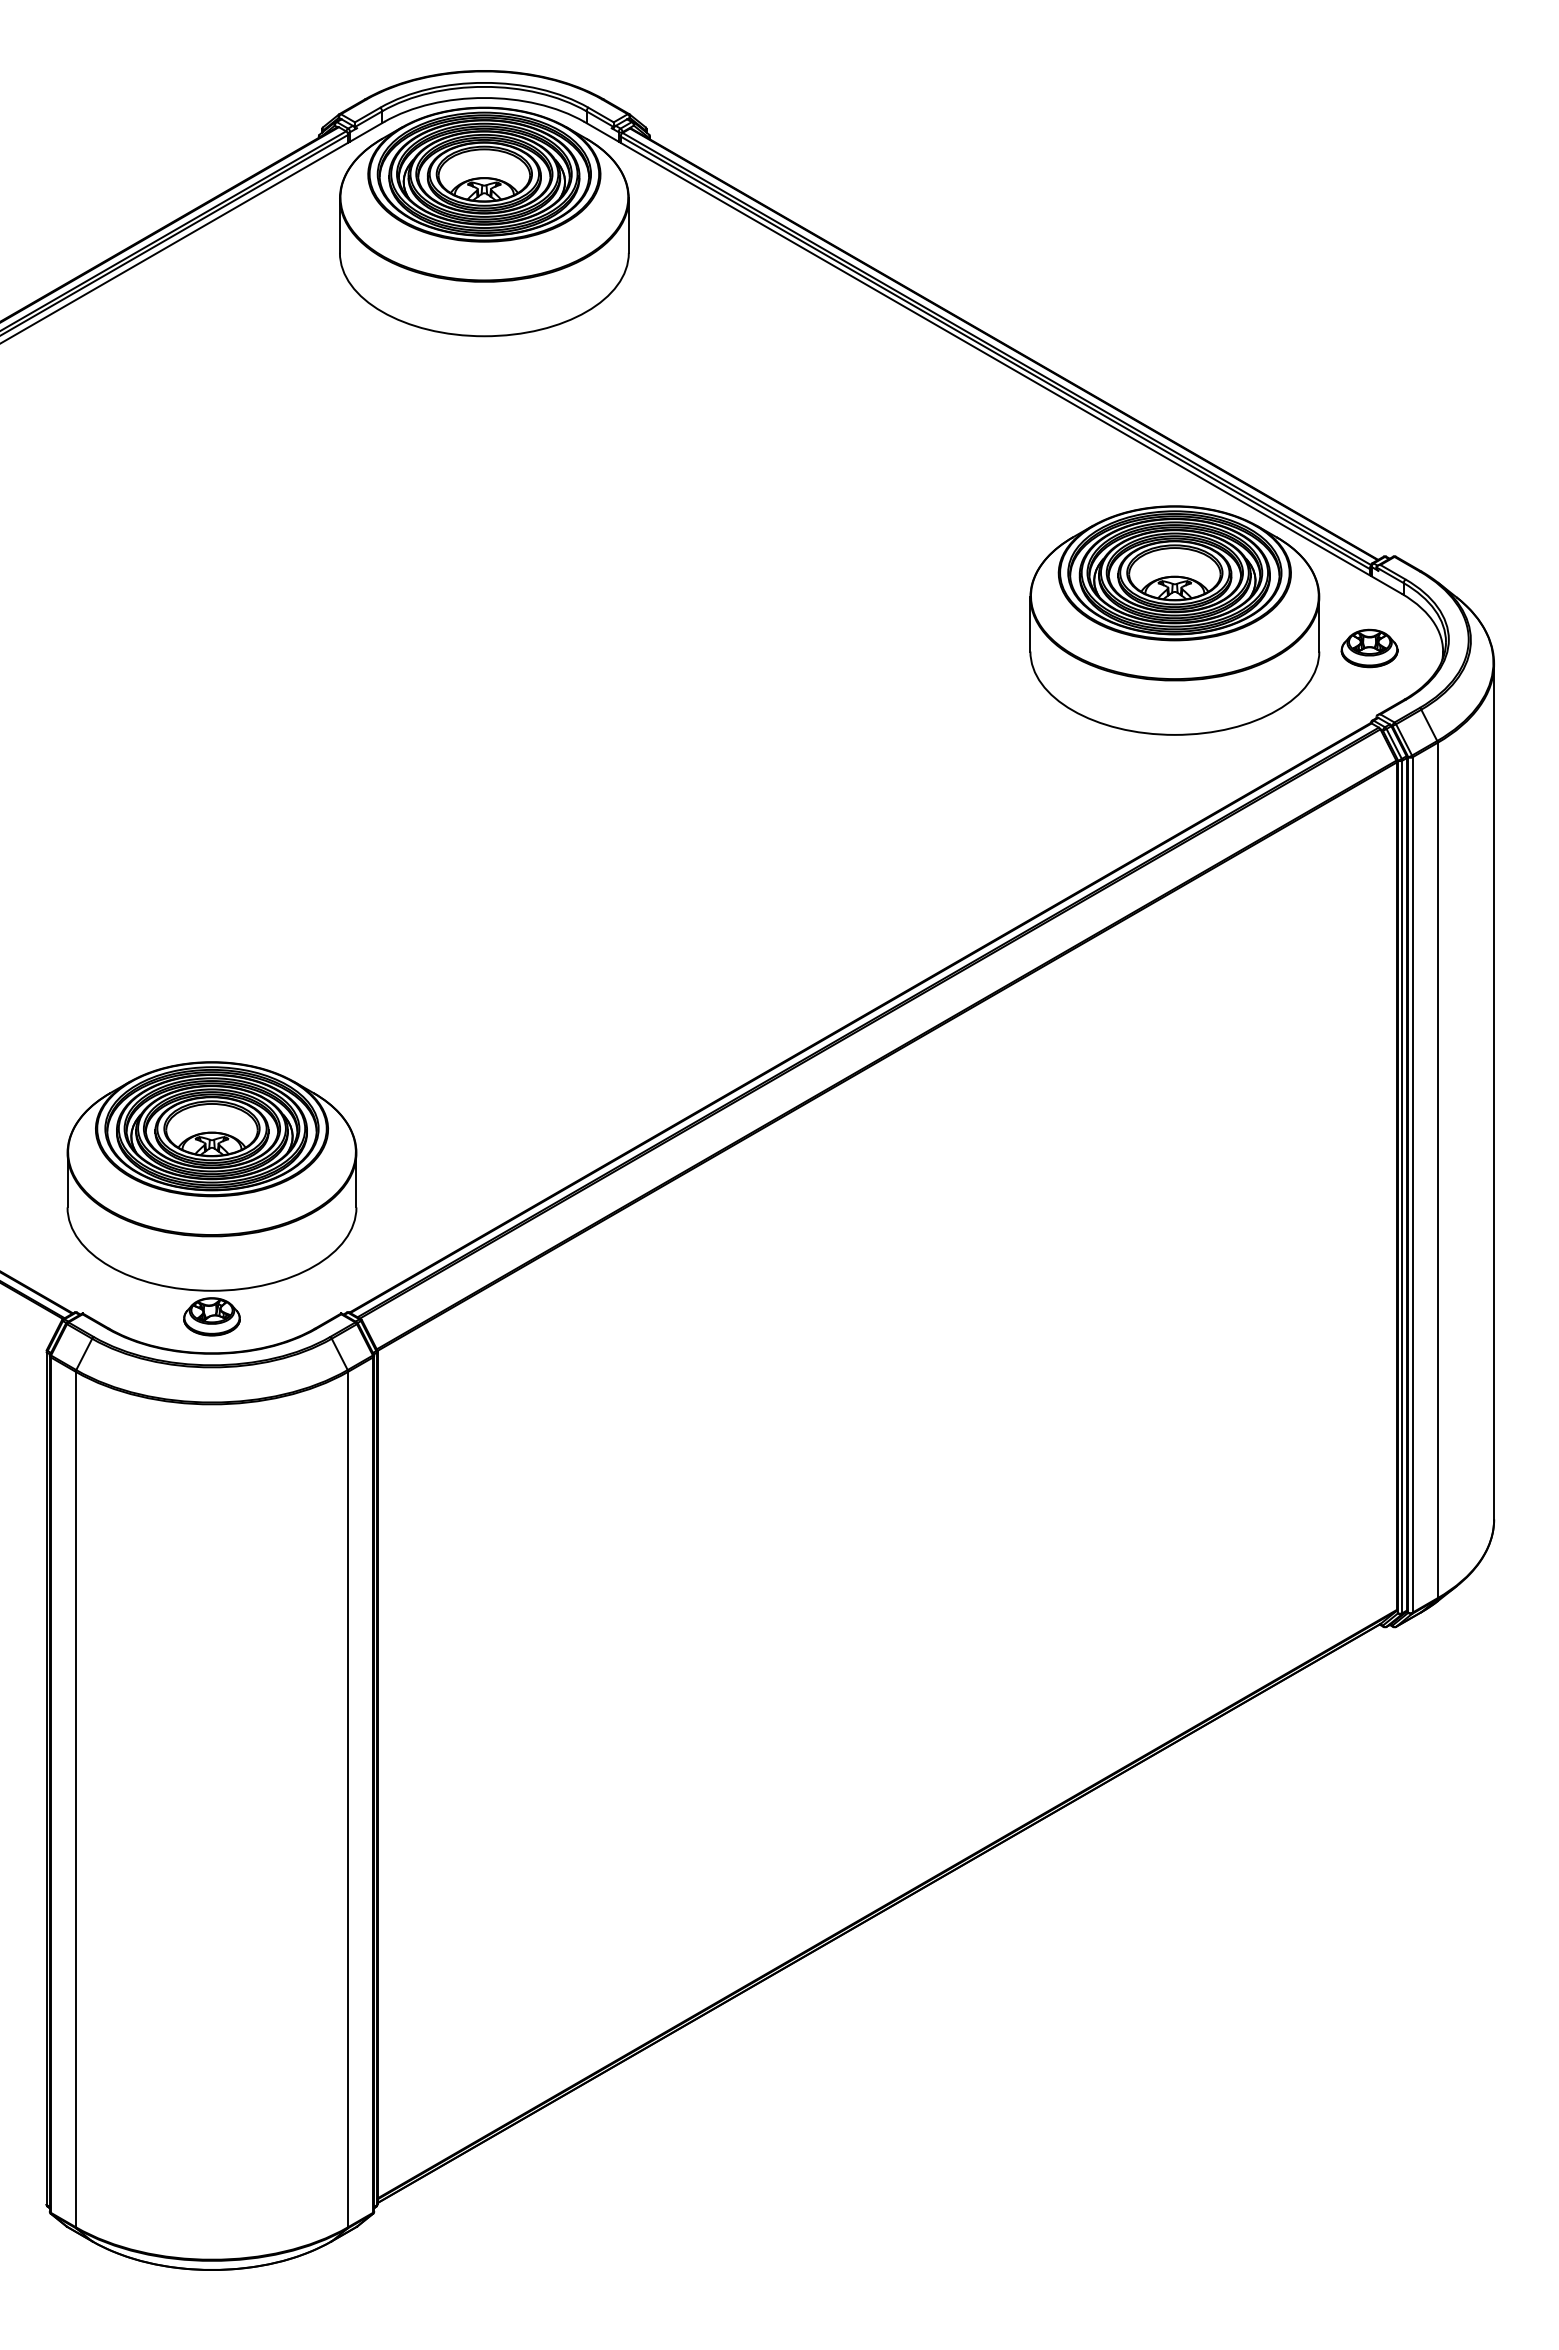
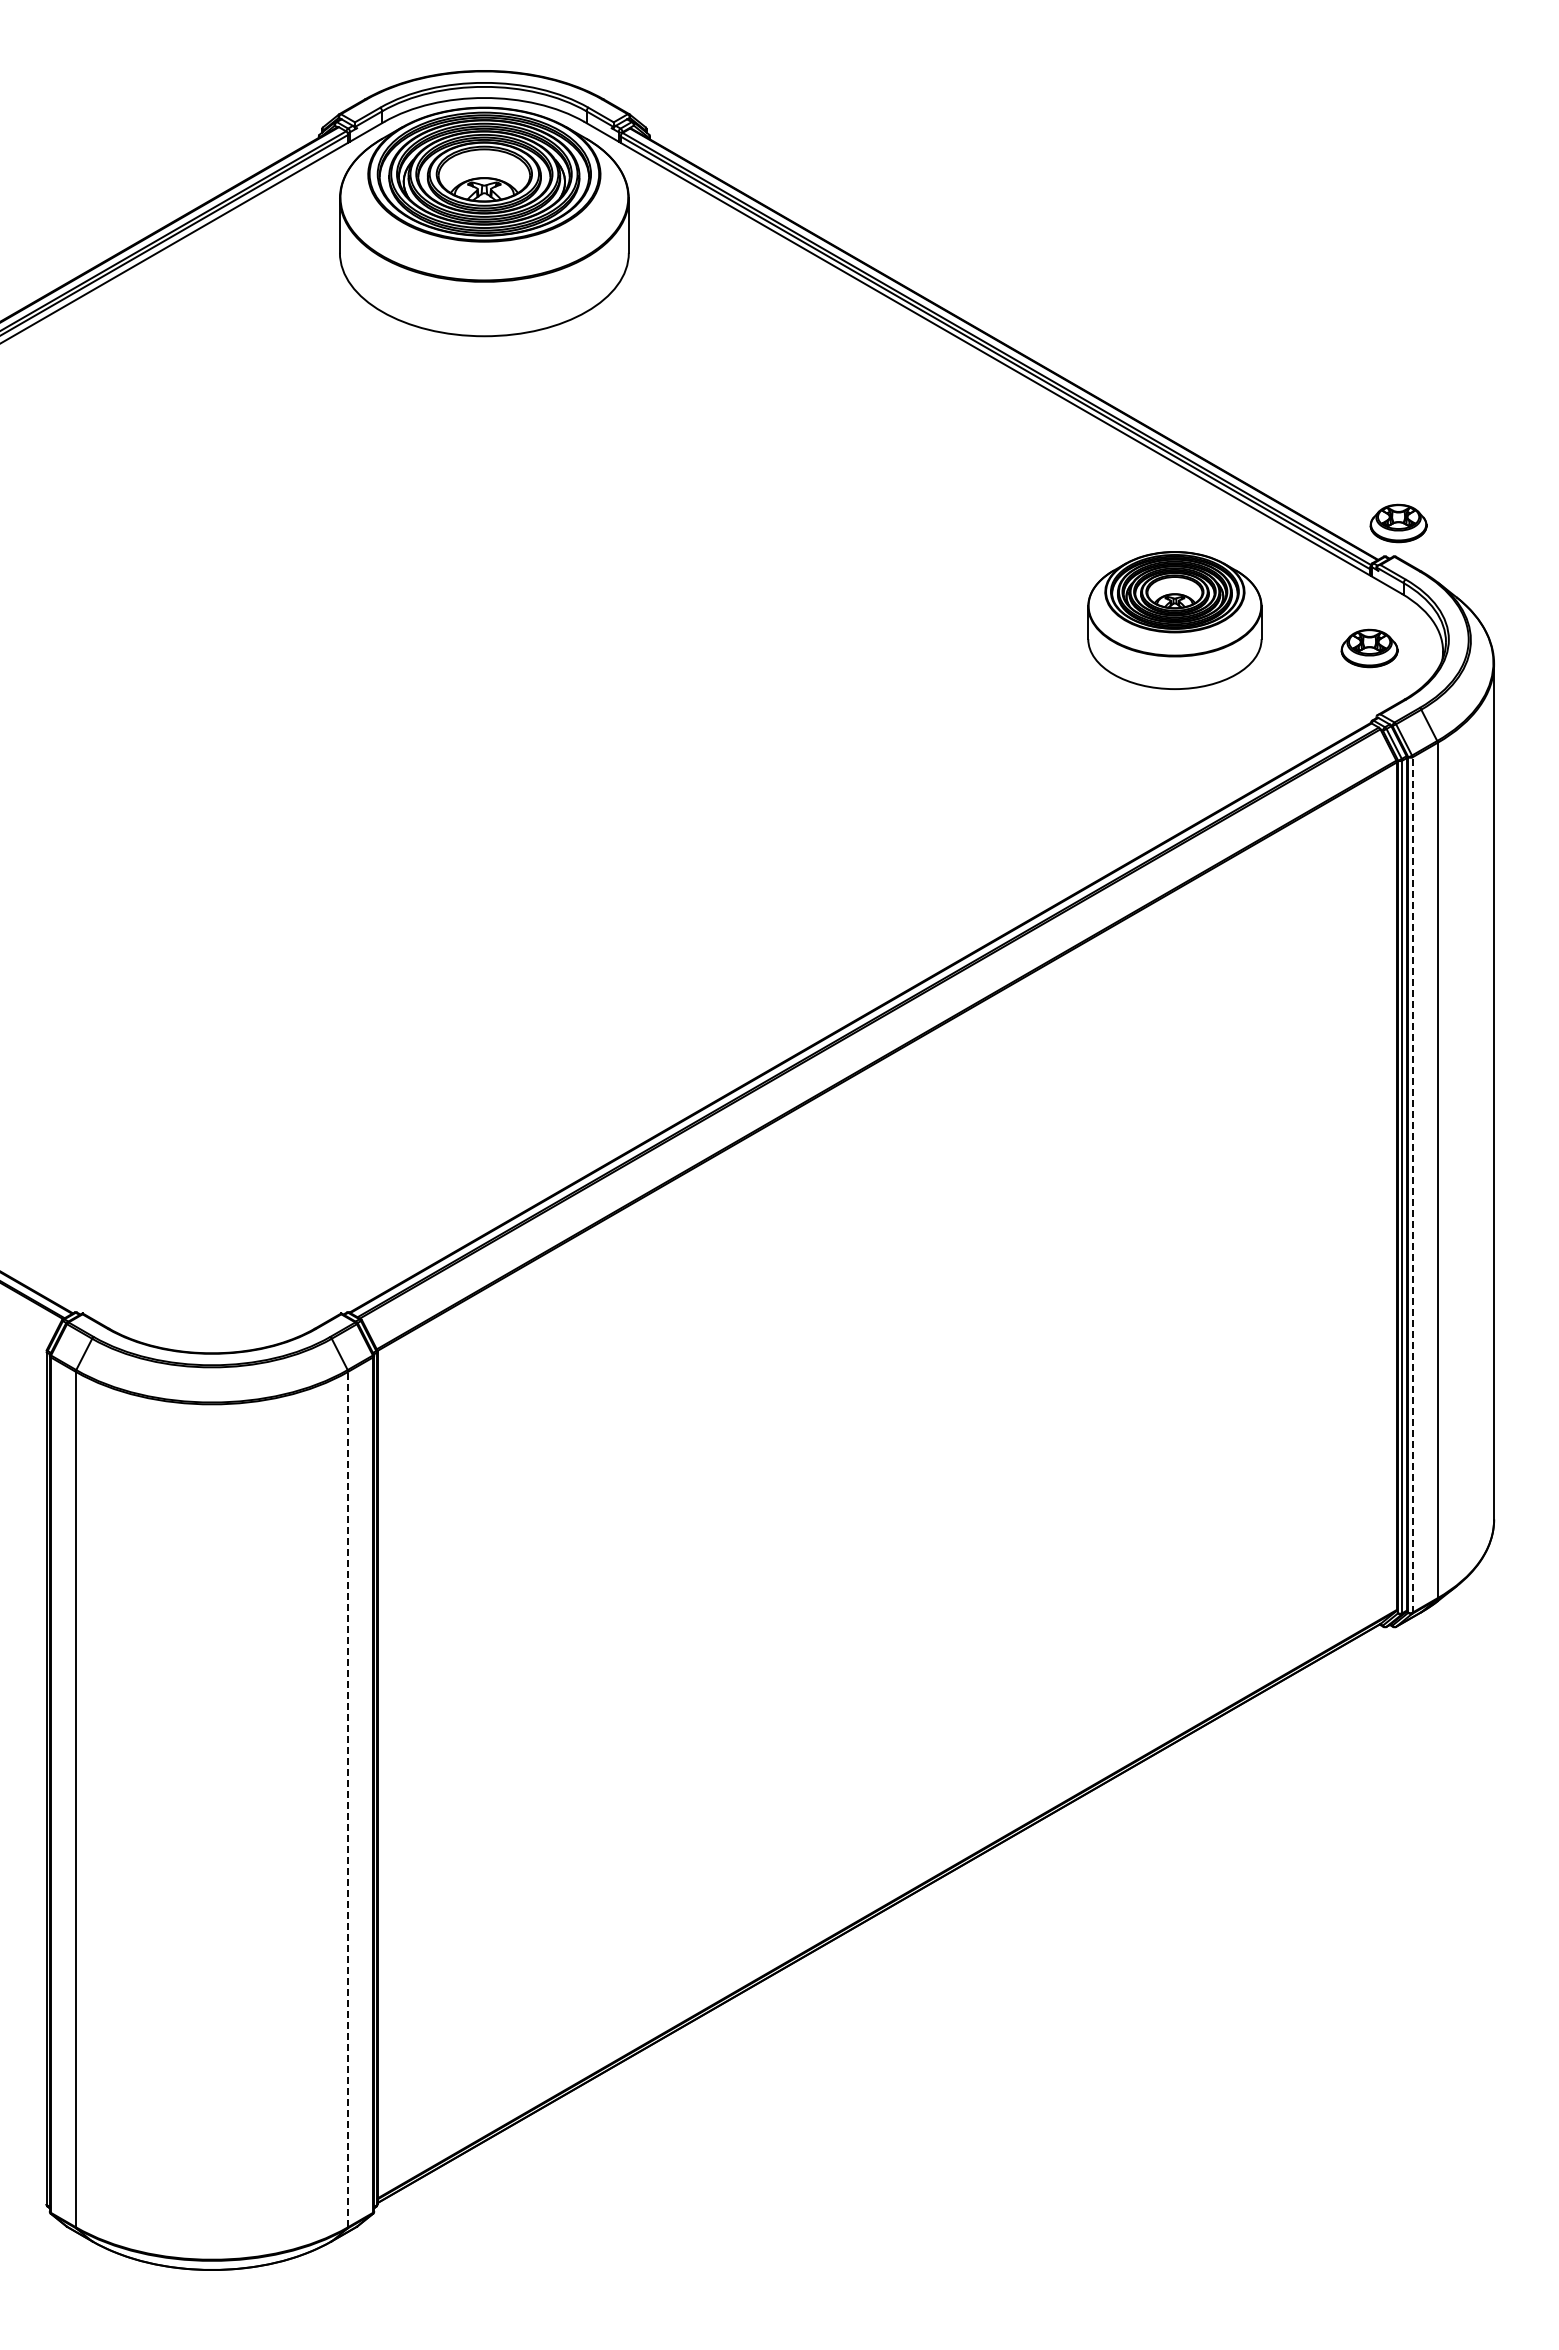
part at (1398, 523): none -> present
part at (1174, 620) size: 292x231 px -> 176x139 px
line at (1412, 1185): solid -> dashed
part at (211, 1198): present -> none
line at (348, 1799): solid -> dashed
